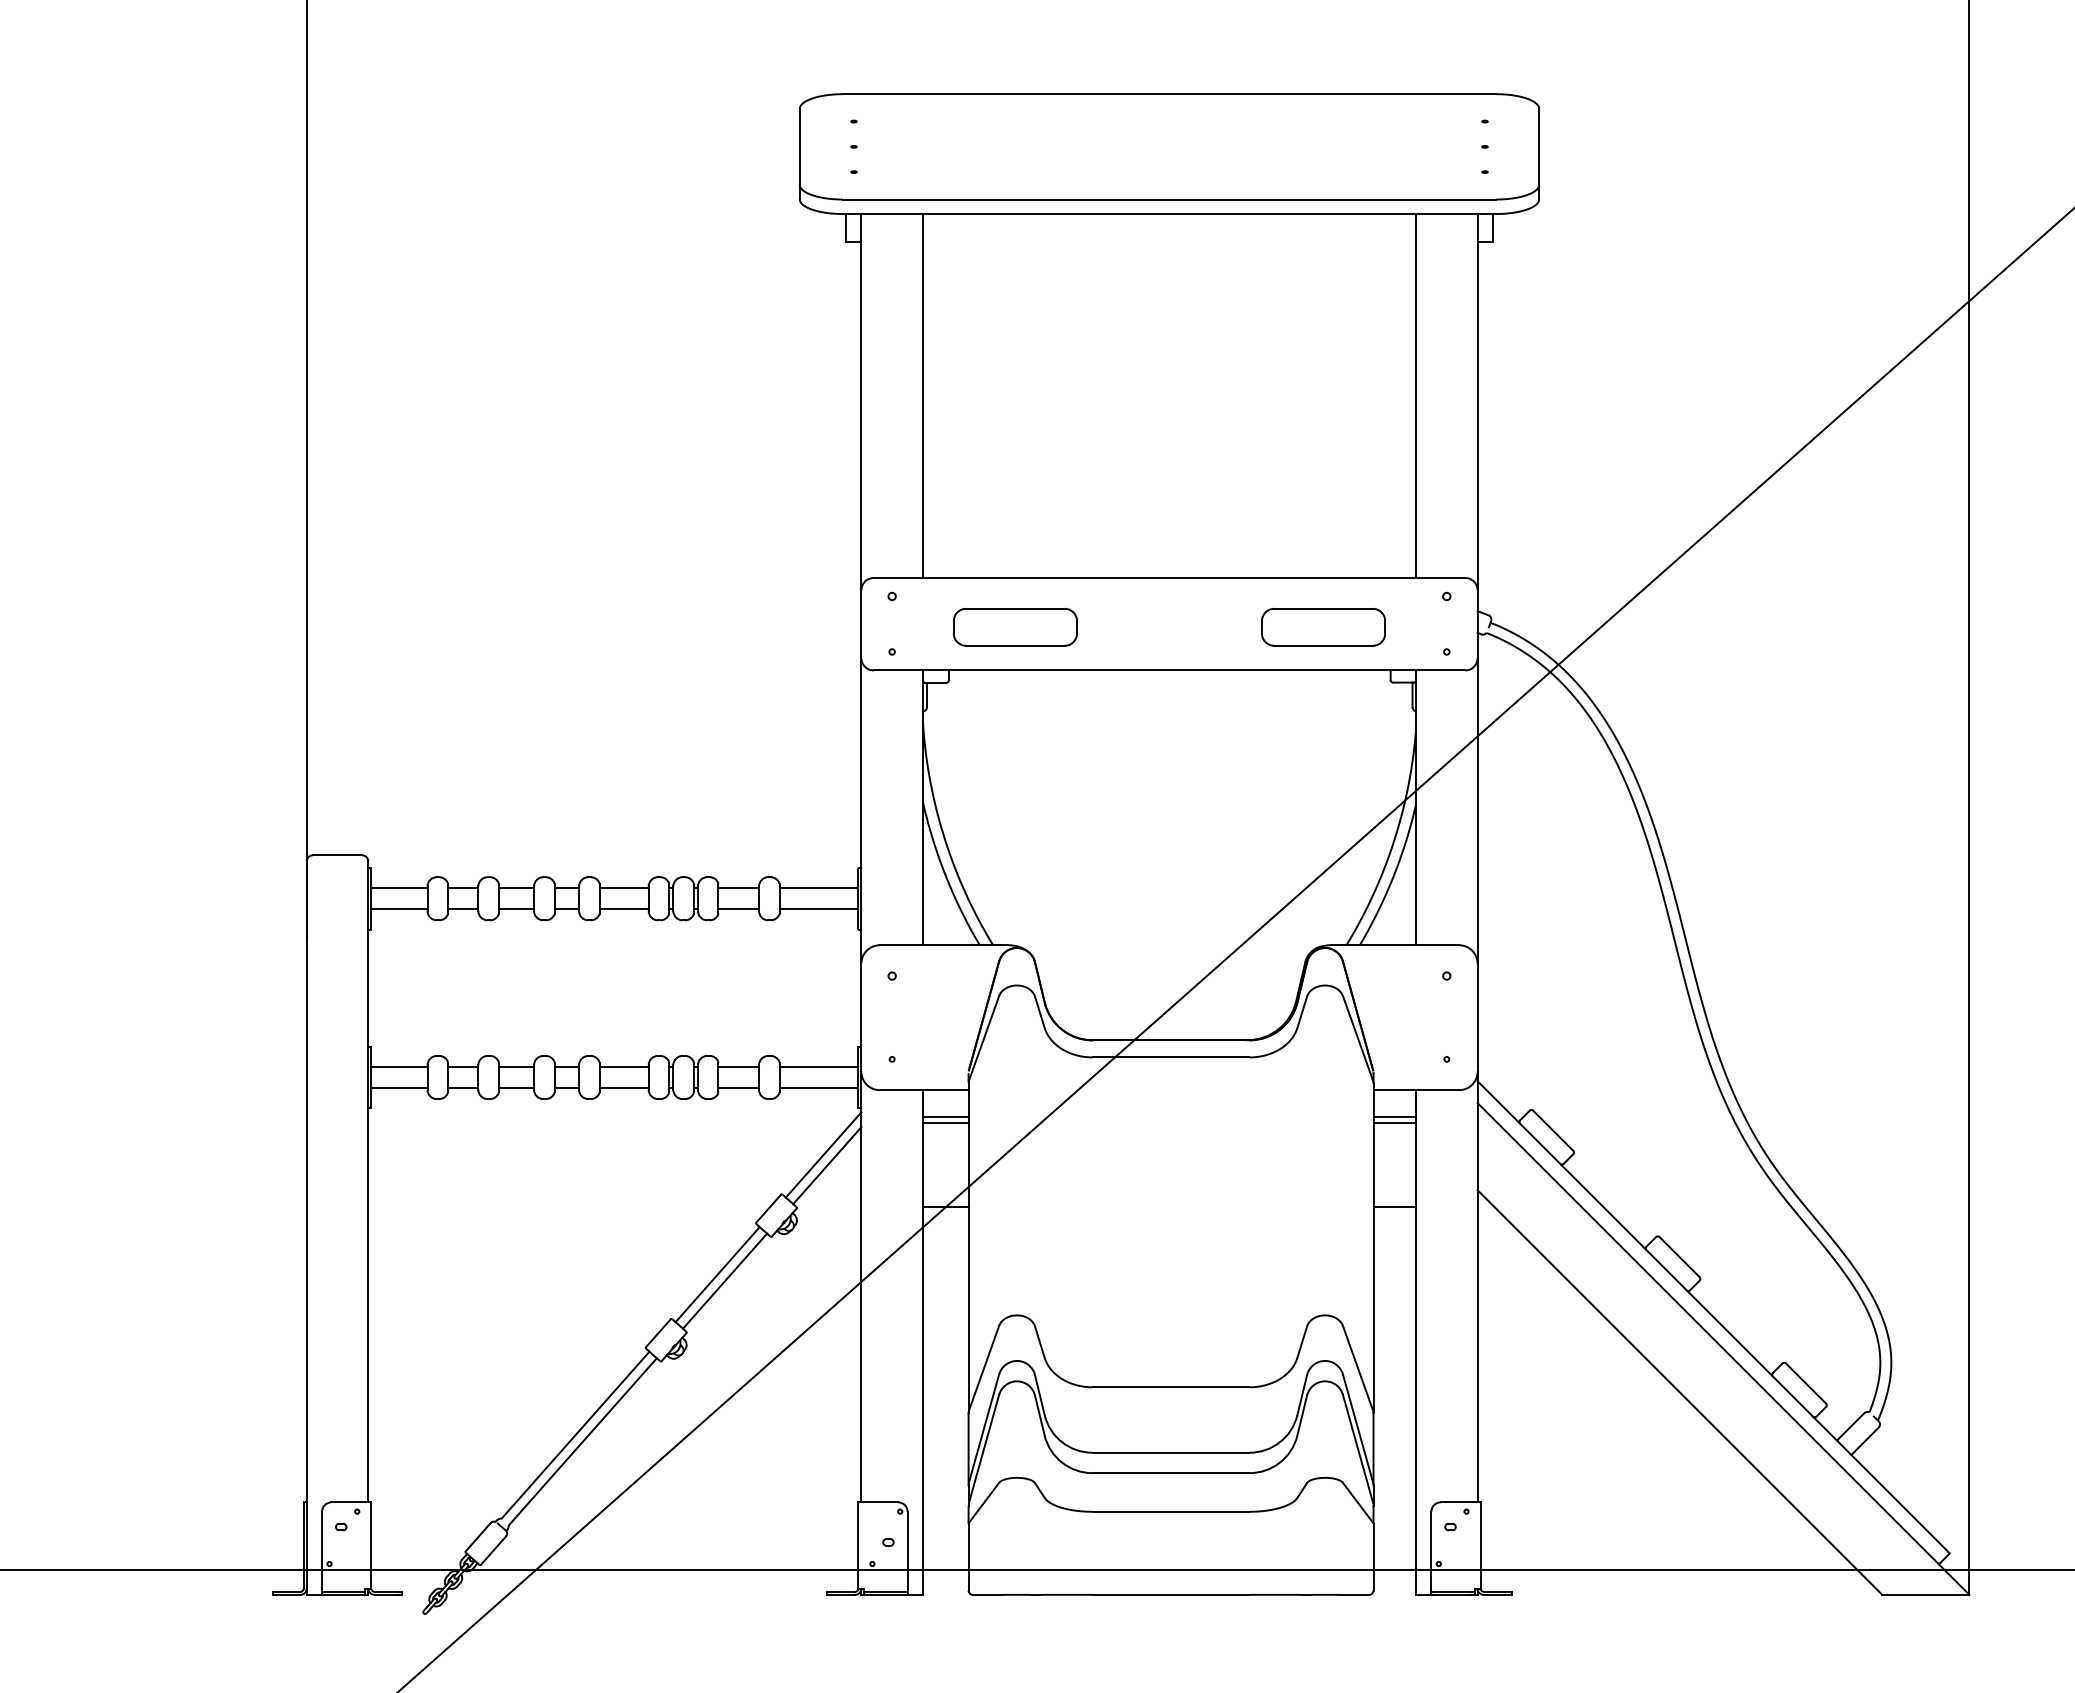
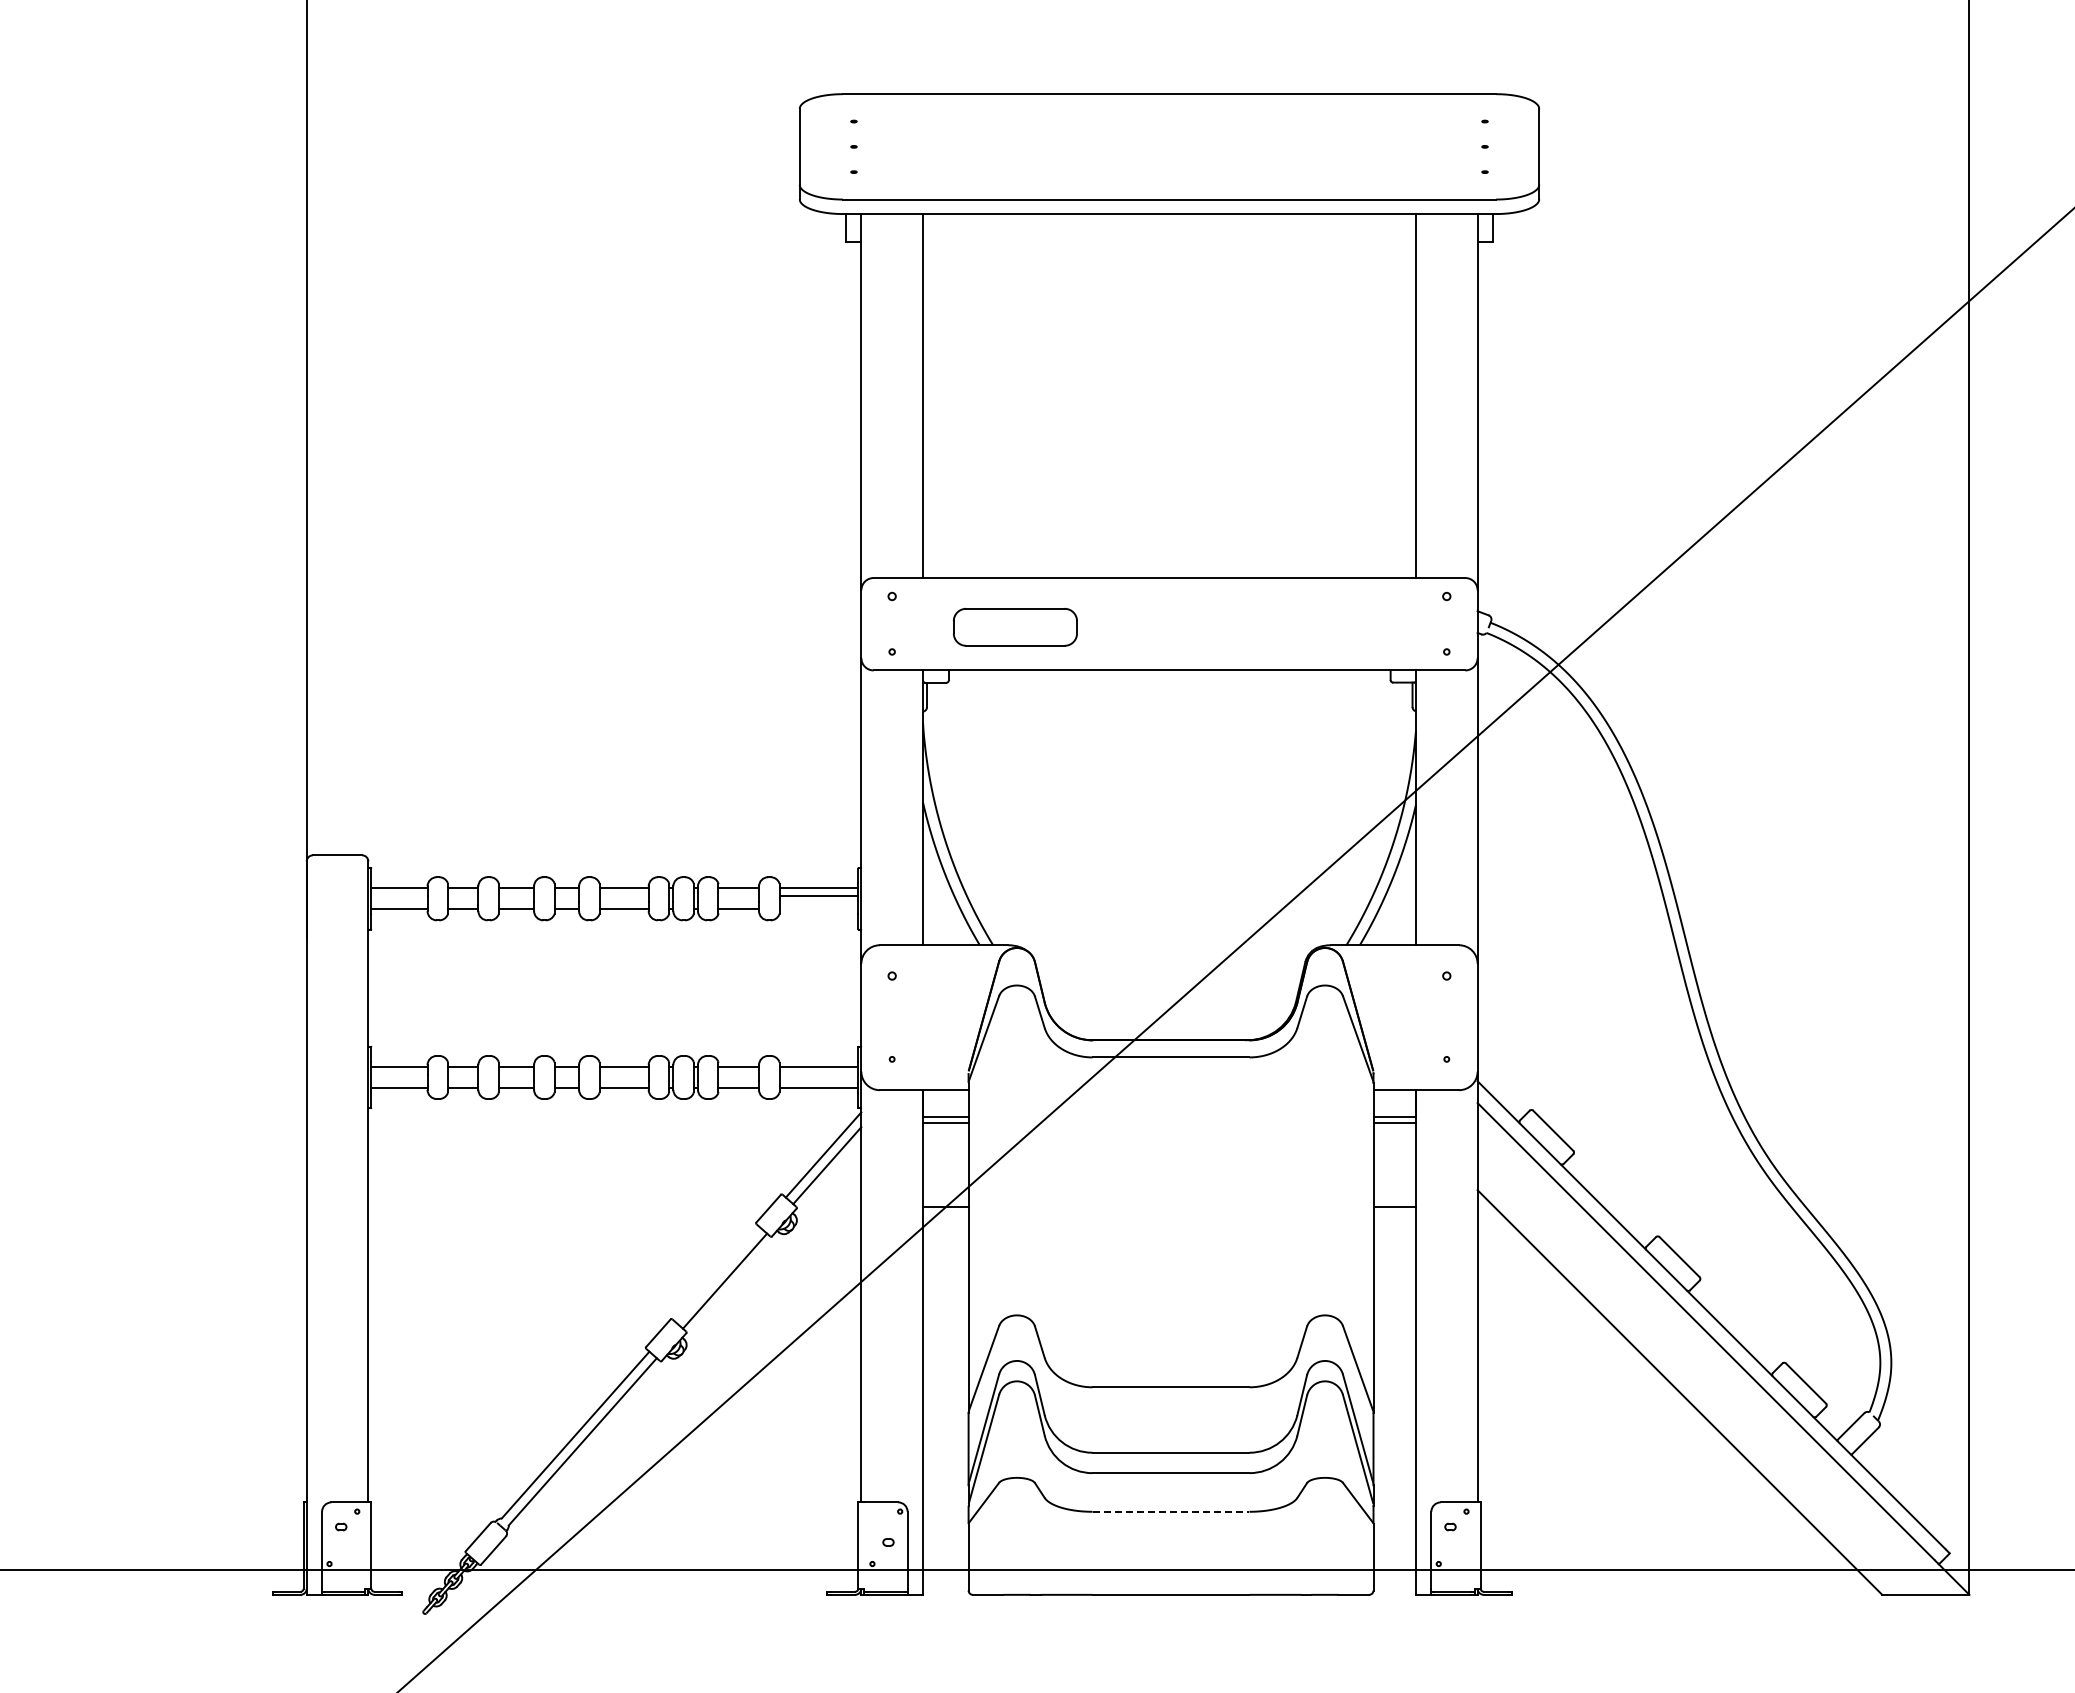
part at (1323, 627): present -> none
line at (818, 909) position: (818, 909) -> (818, 896)
line at (717, 1274): present -> none
line at (1171, 1511): solid -> dashed
